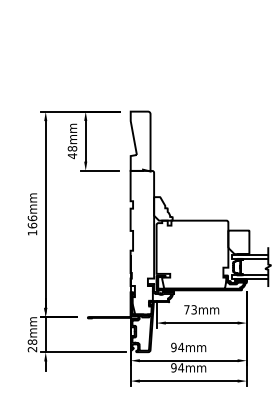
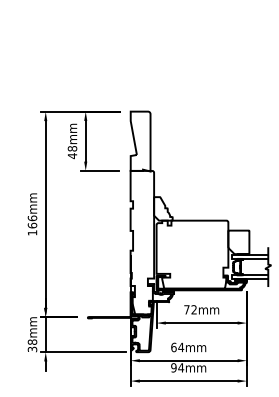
text at (193, 309): 73mm -> 72mm
text at (173, 347): 94mm -> 64mm
text at (32, 349): 28mm -> 38mm
